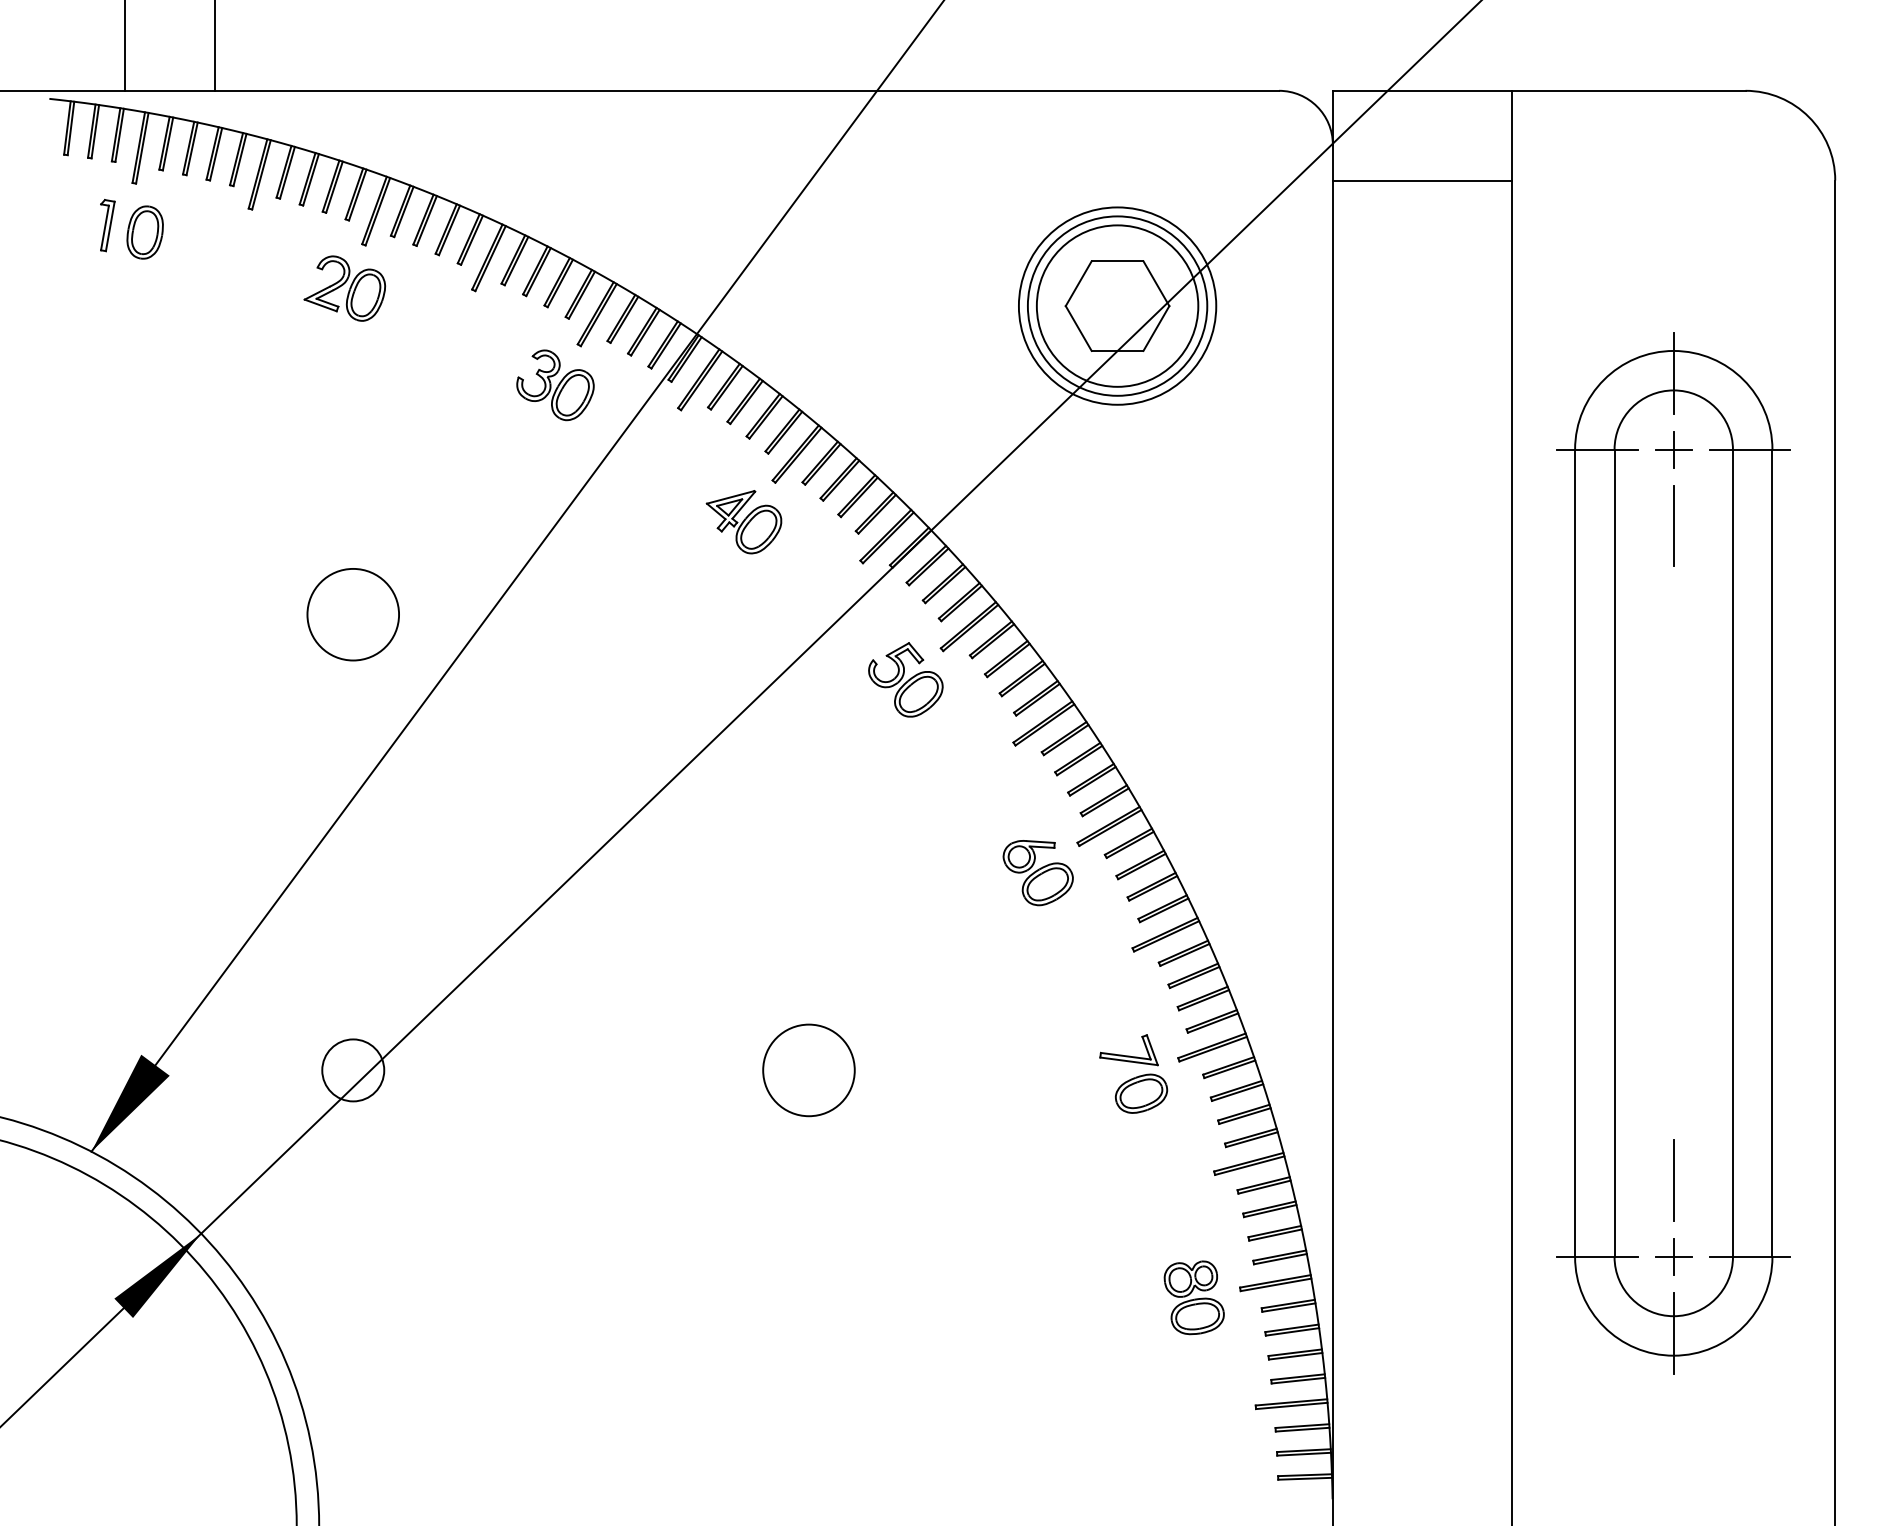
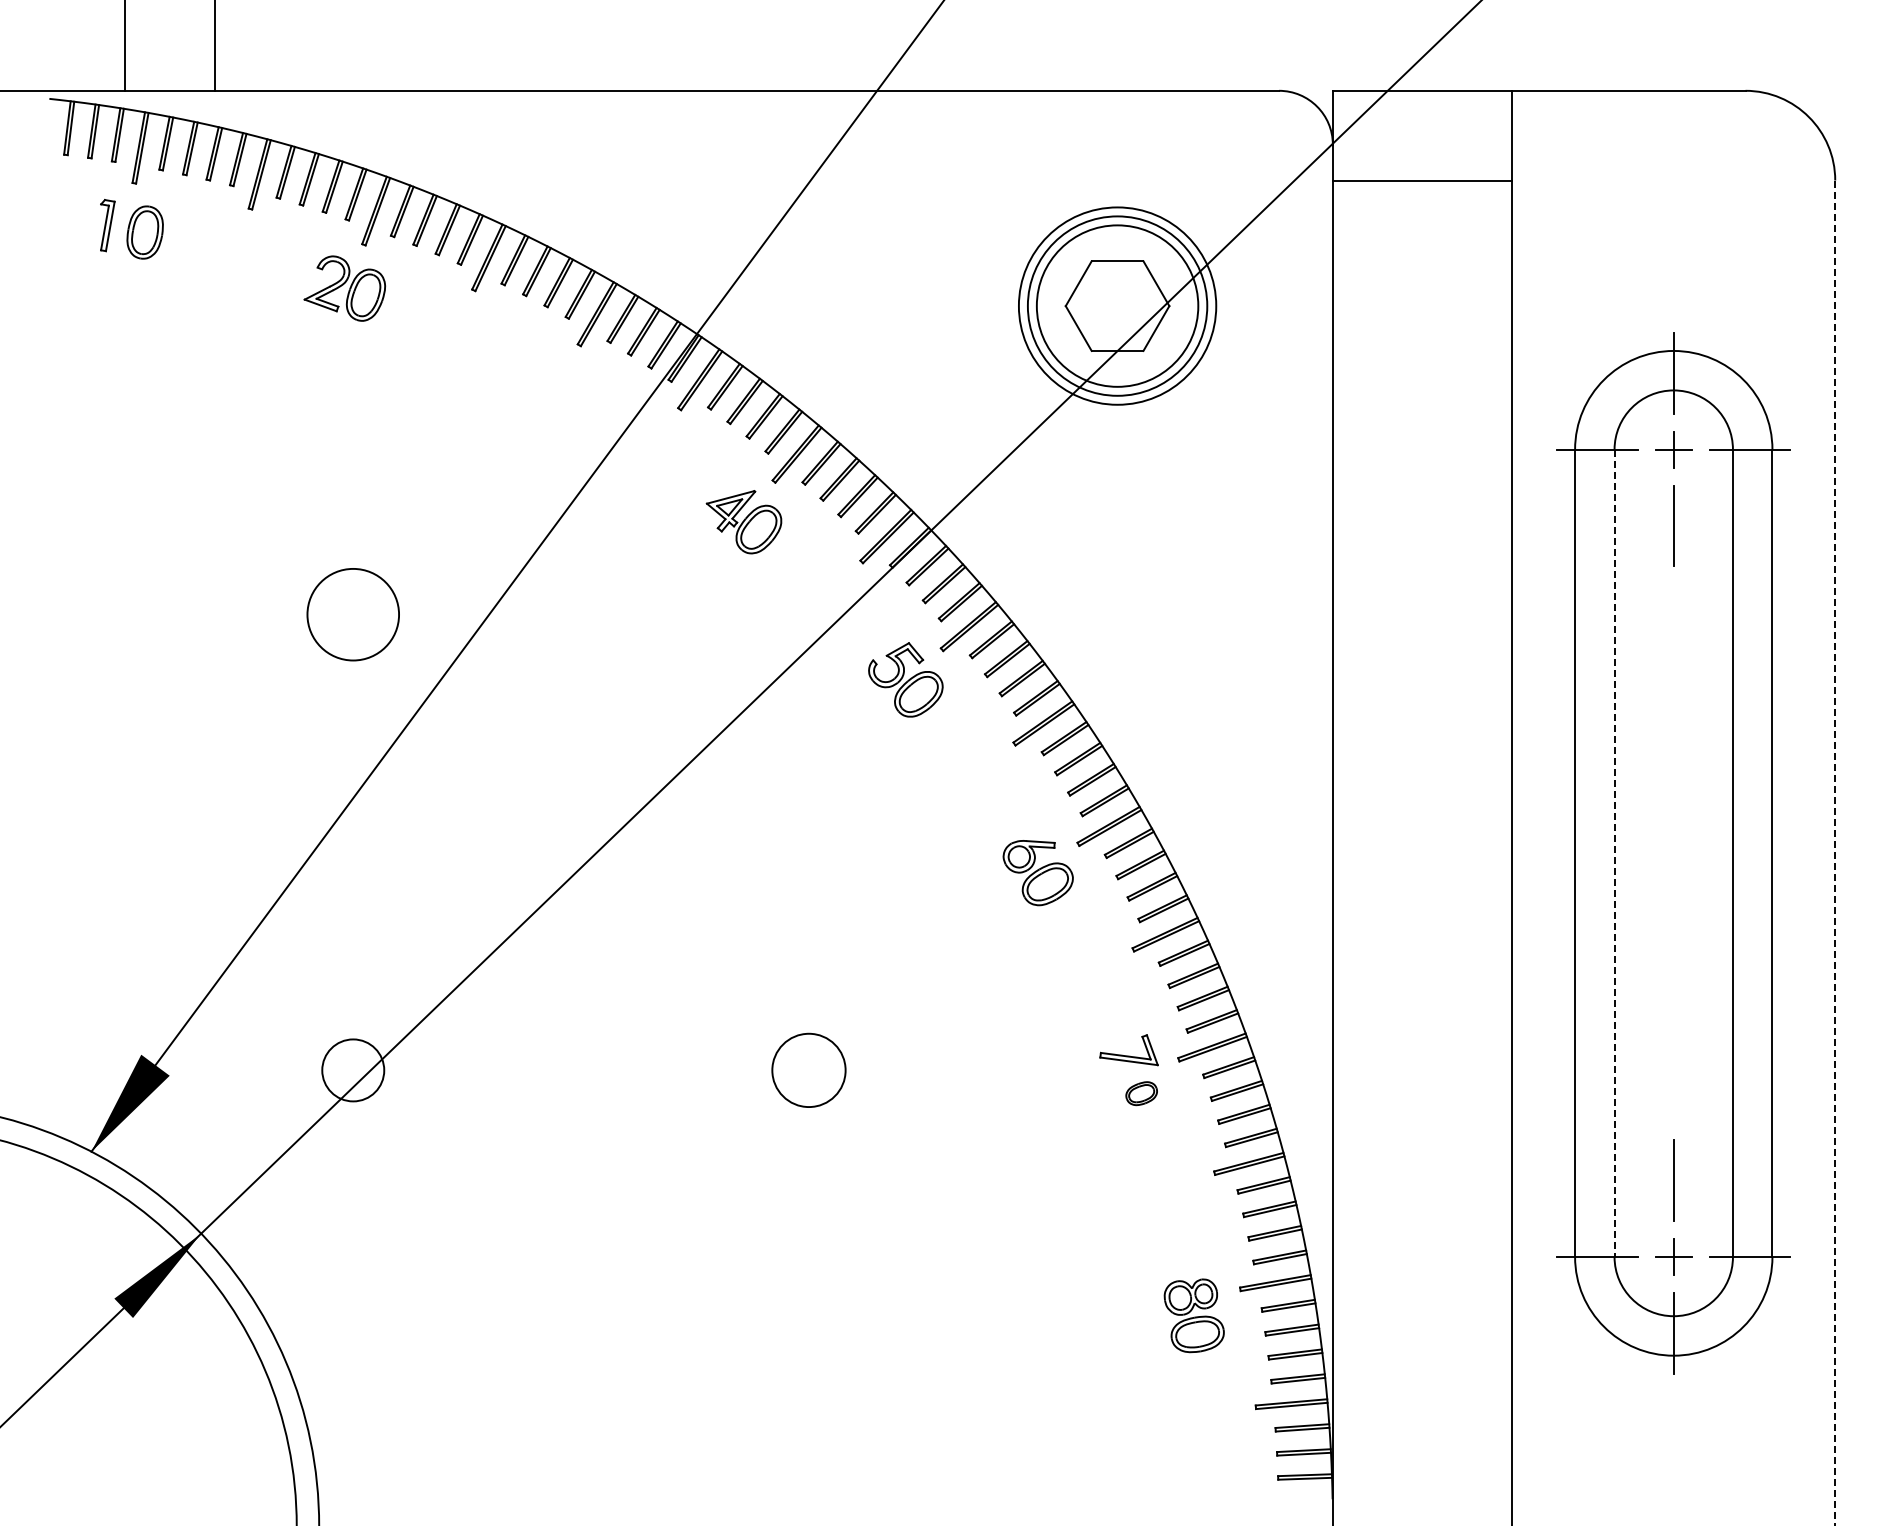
part at (555, 385): present -> none
line at (1614, 853): solid -> dashed
line at (1835, 853): solid -> dashed
circle at (808, 1070) diameter: 92 px -> 73 px
part at (1141, 1093) size: 54x41 px -> 33x26 px
part at (1193, 1297) position: (1193, 1297) -> (1193, 1315)
